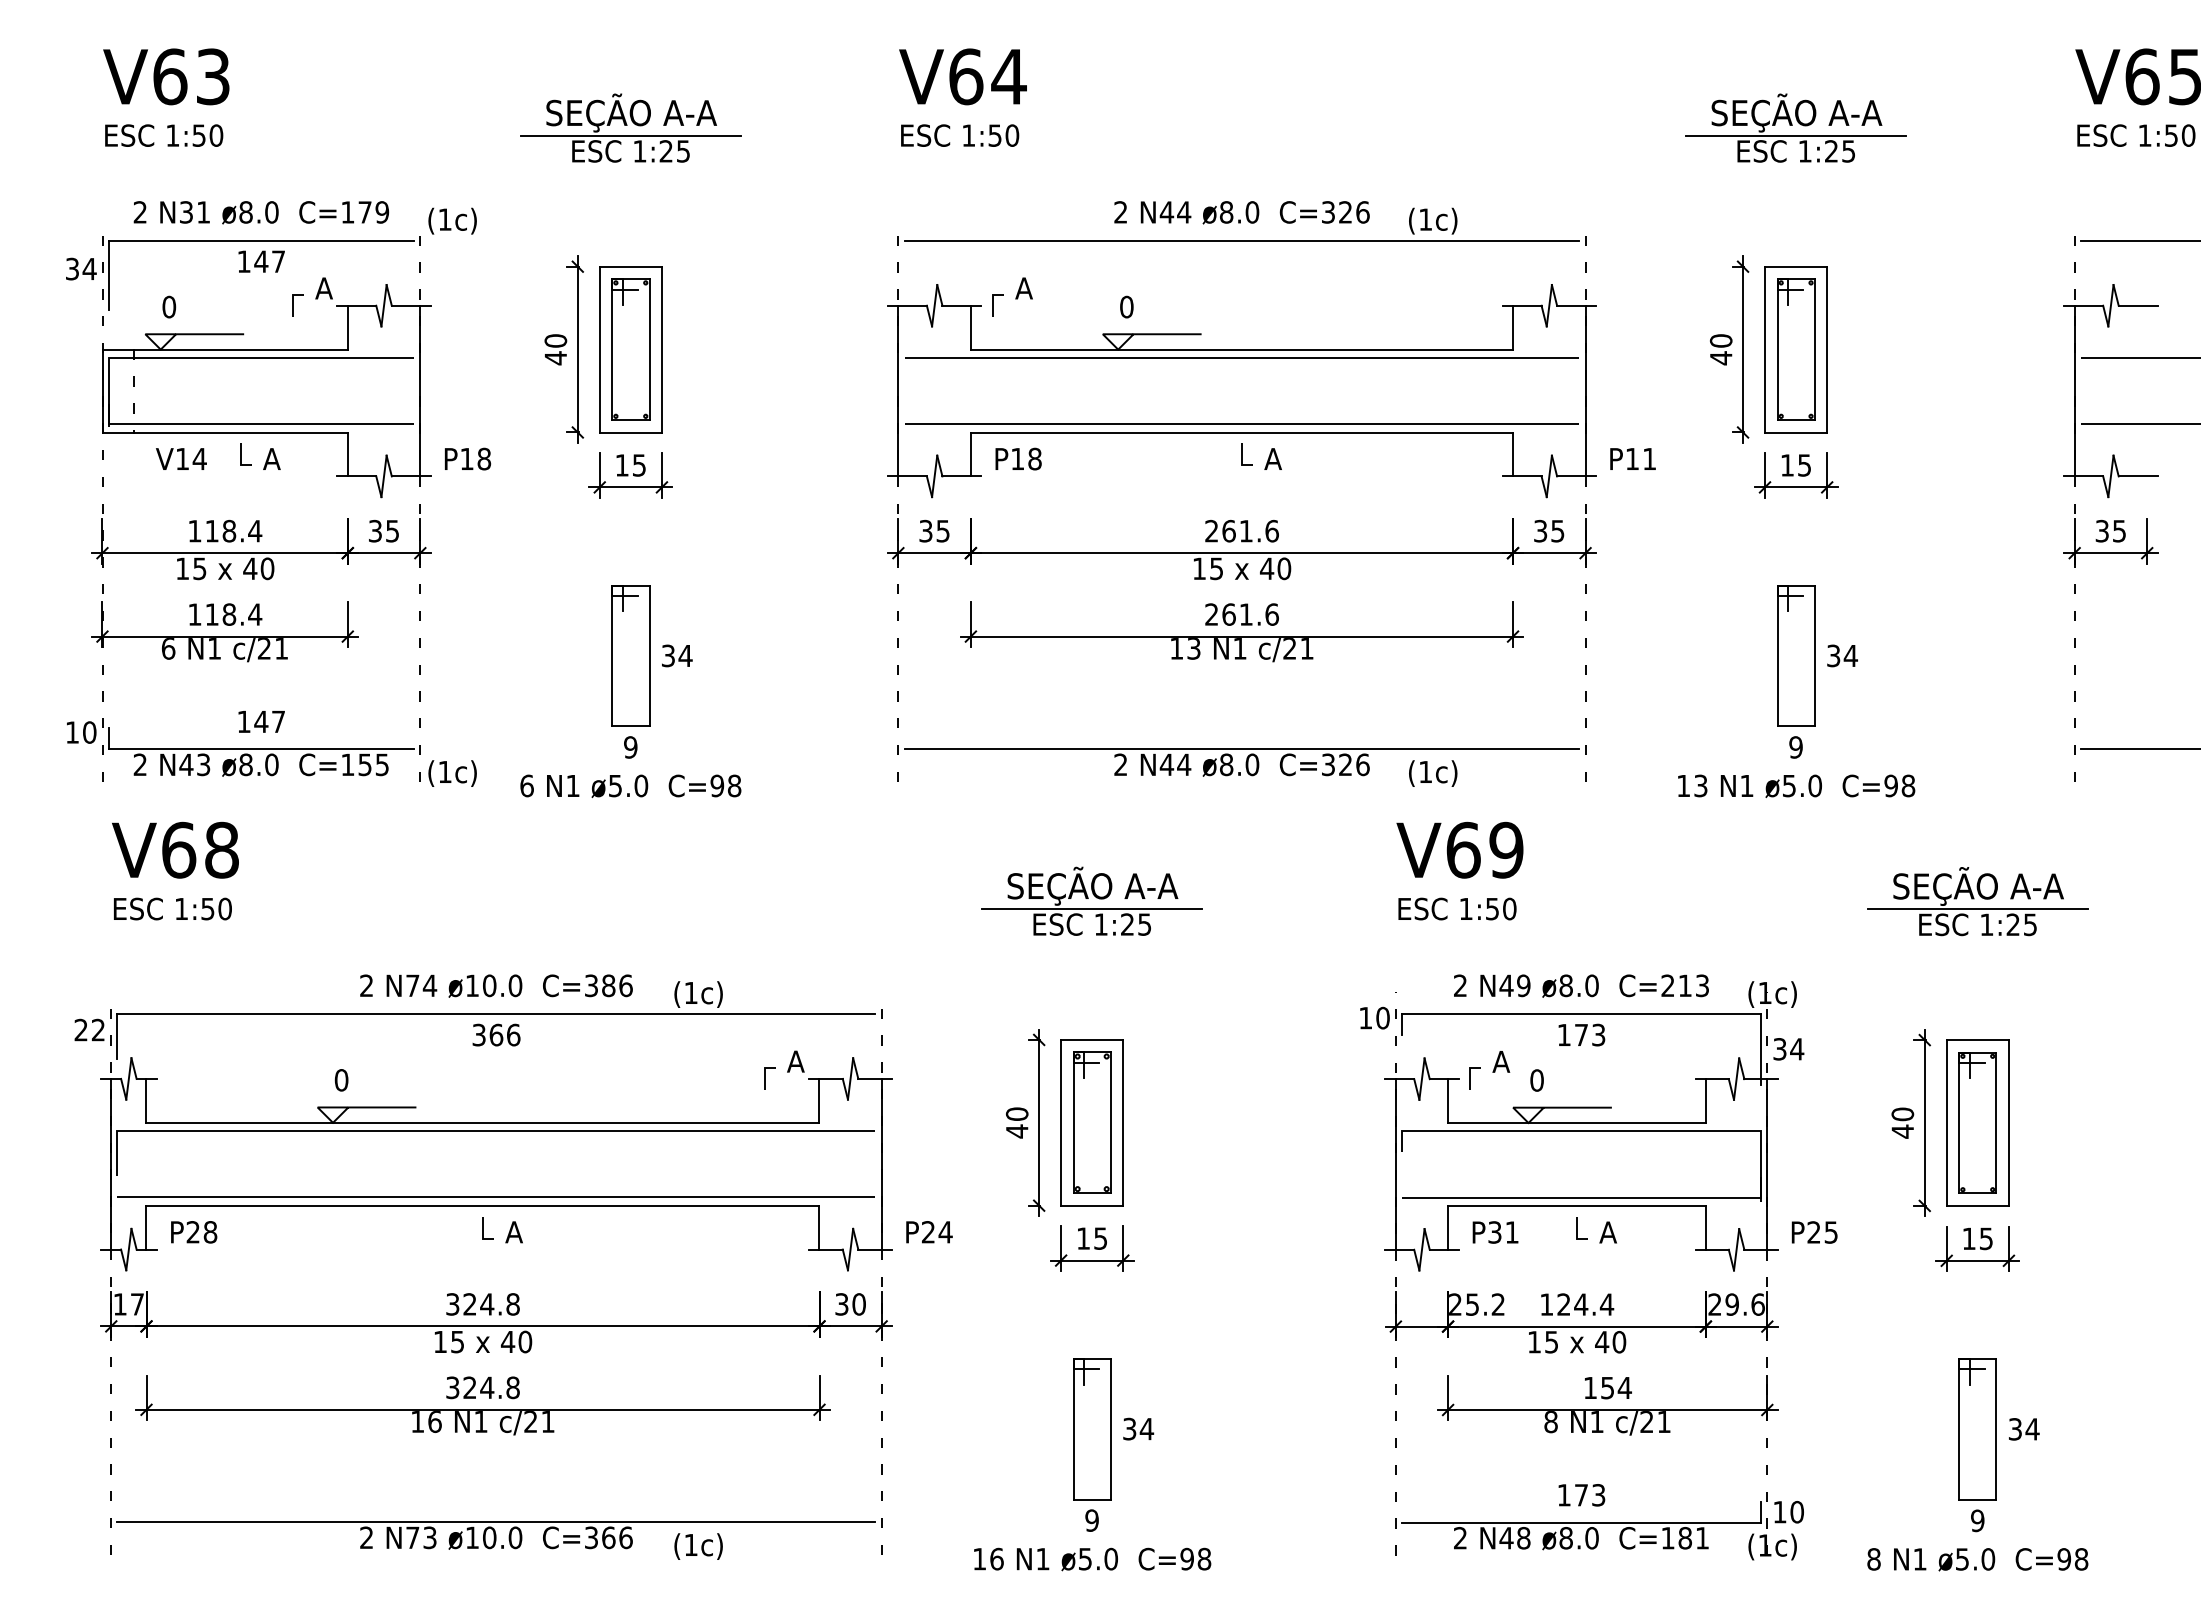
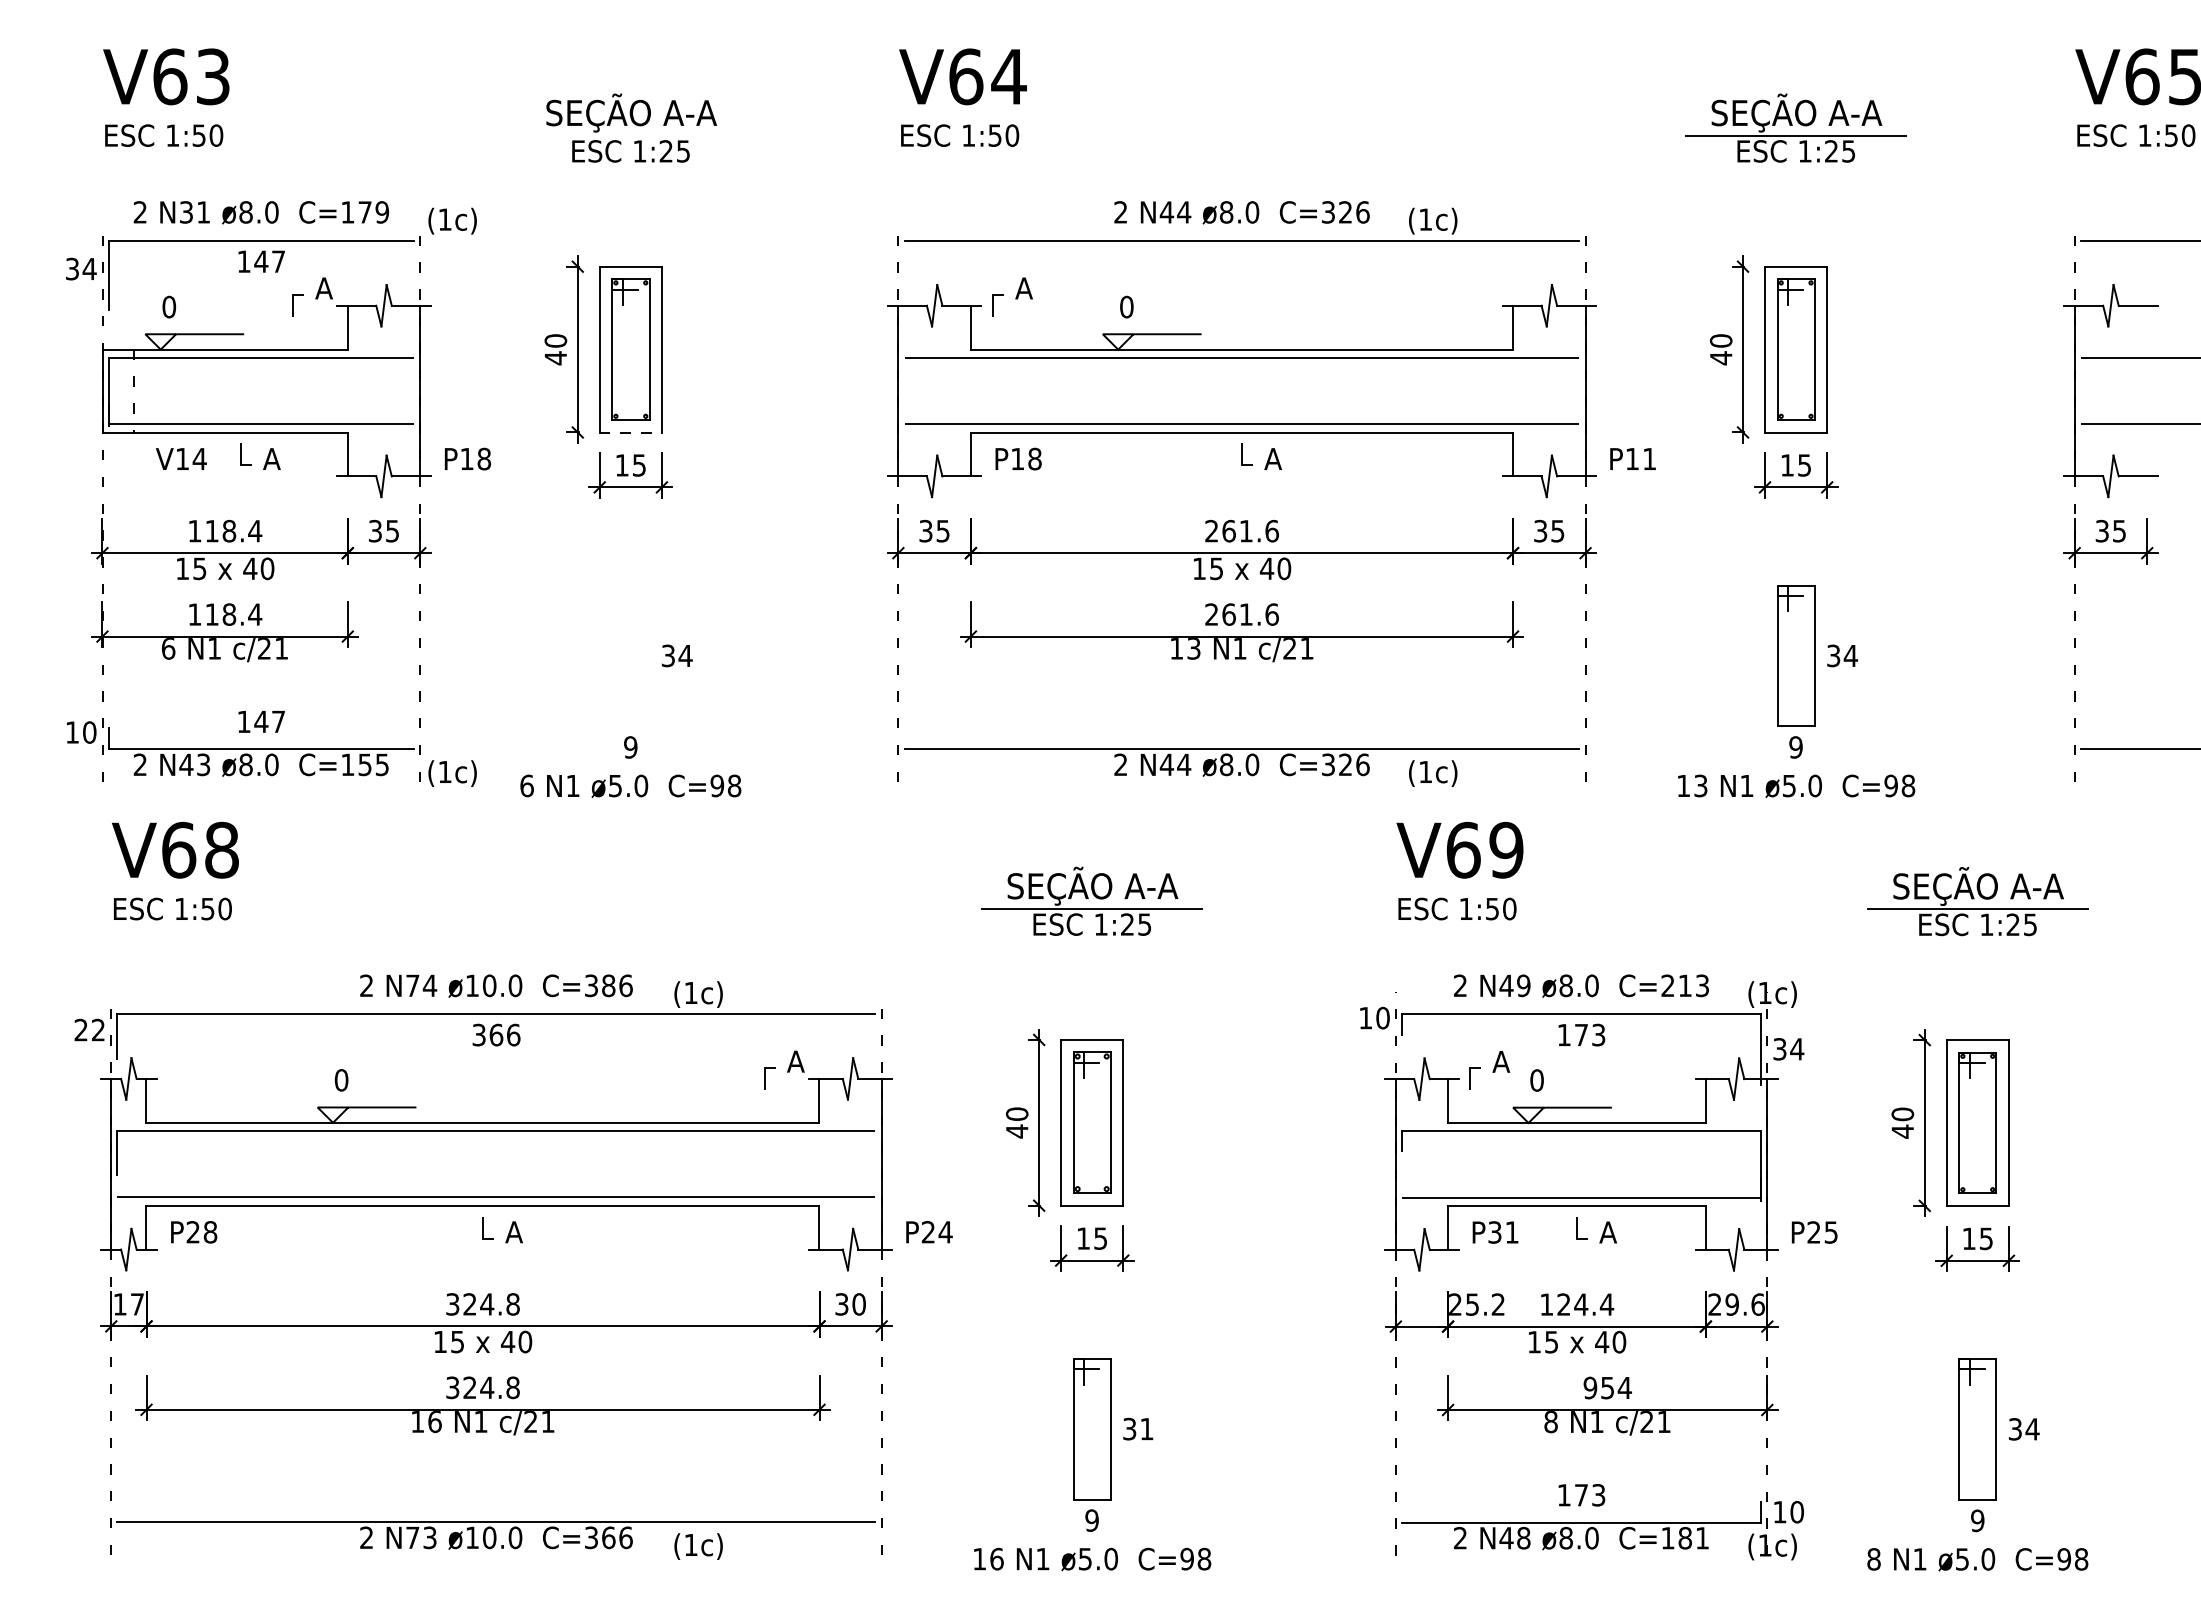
line at (630, 135): present -> none
line at (631, 432): solid -> dashed
part at (630, 655): present -> none
text at (1590, 1387): 154 -> 954
text at (1146, 1429): 34 -> 31
